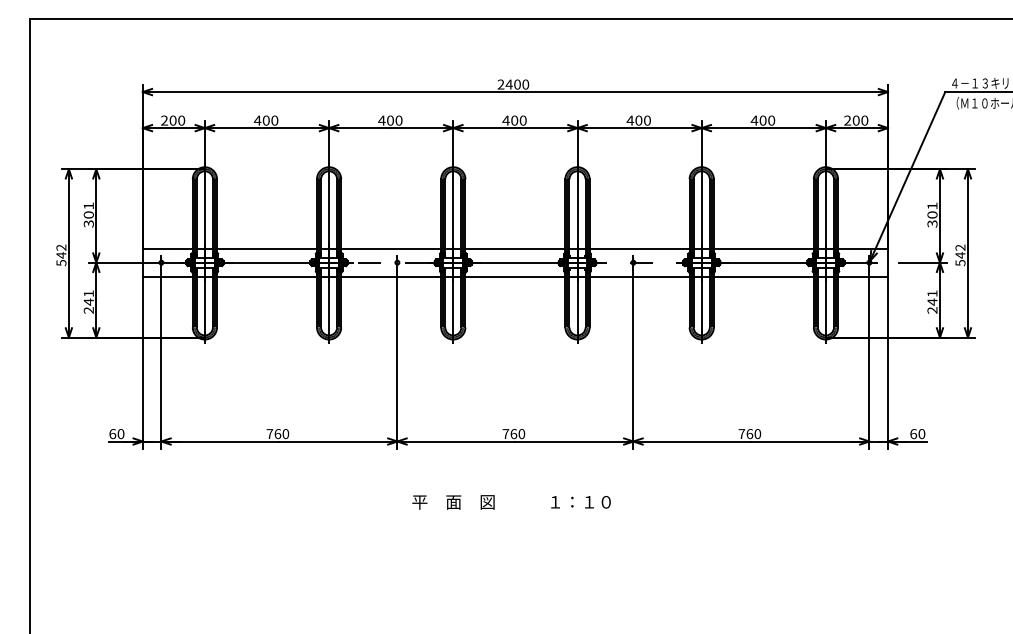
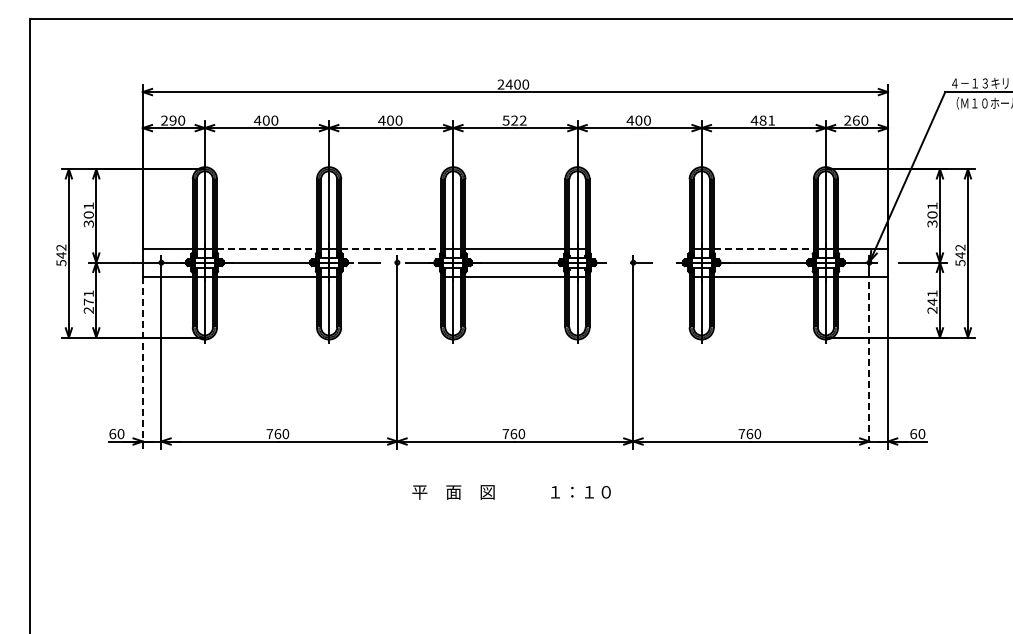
text at (172, 120): 200 -> 290
text at (514, 120): 400 -> 522
text at (767, 120): 400 -> 481
text at (855, 120): 200 -> 260
line at (267, 248): solid -> dashed
line at (391, 248): solid -> dashed
line at (639, 248): present -> none
line at (763, 248): solid -> dashed
line at (391, 276): present -> none
line at (639, 276): present -> none
text at (88, 301): 241 -> 271
line at (869, 359): solid -> dashed
line at (142, 362): solid -> dashed
text at (511, 502) position: (511, 502) -> (511, 492)
